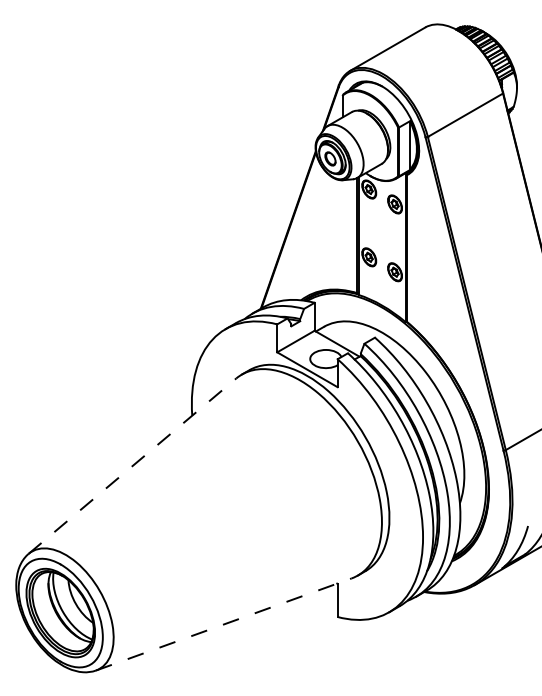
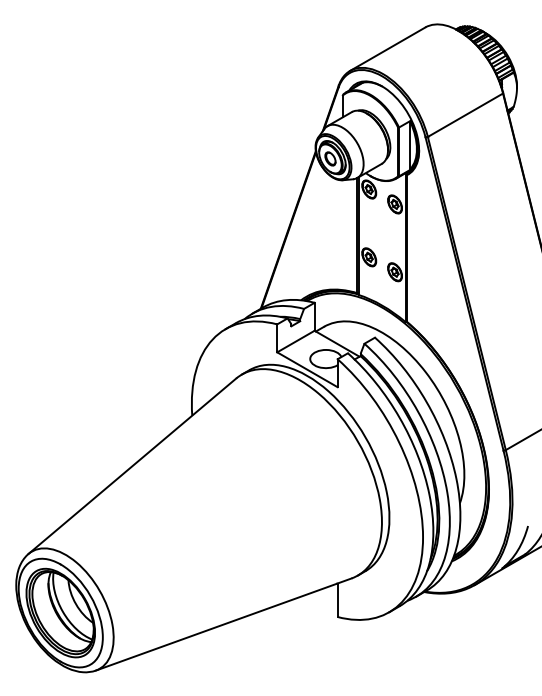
line at (132, 466): dashed -> solid
line at (223, 624): dashed -> solid
